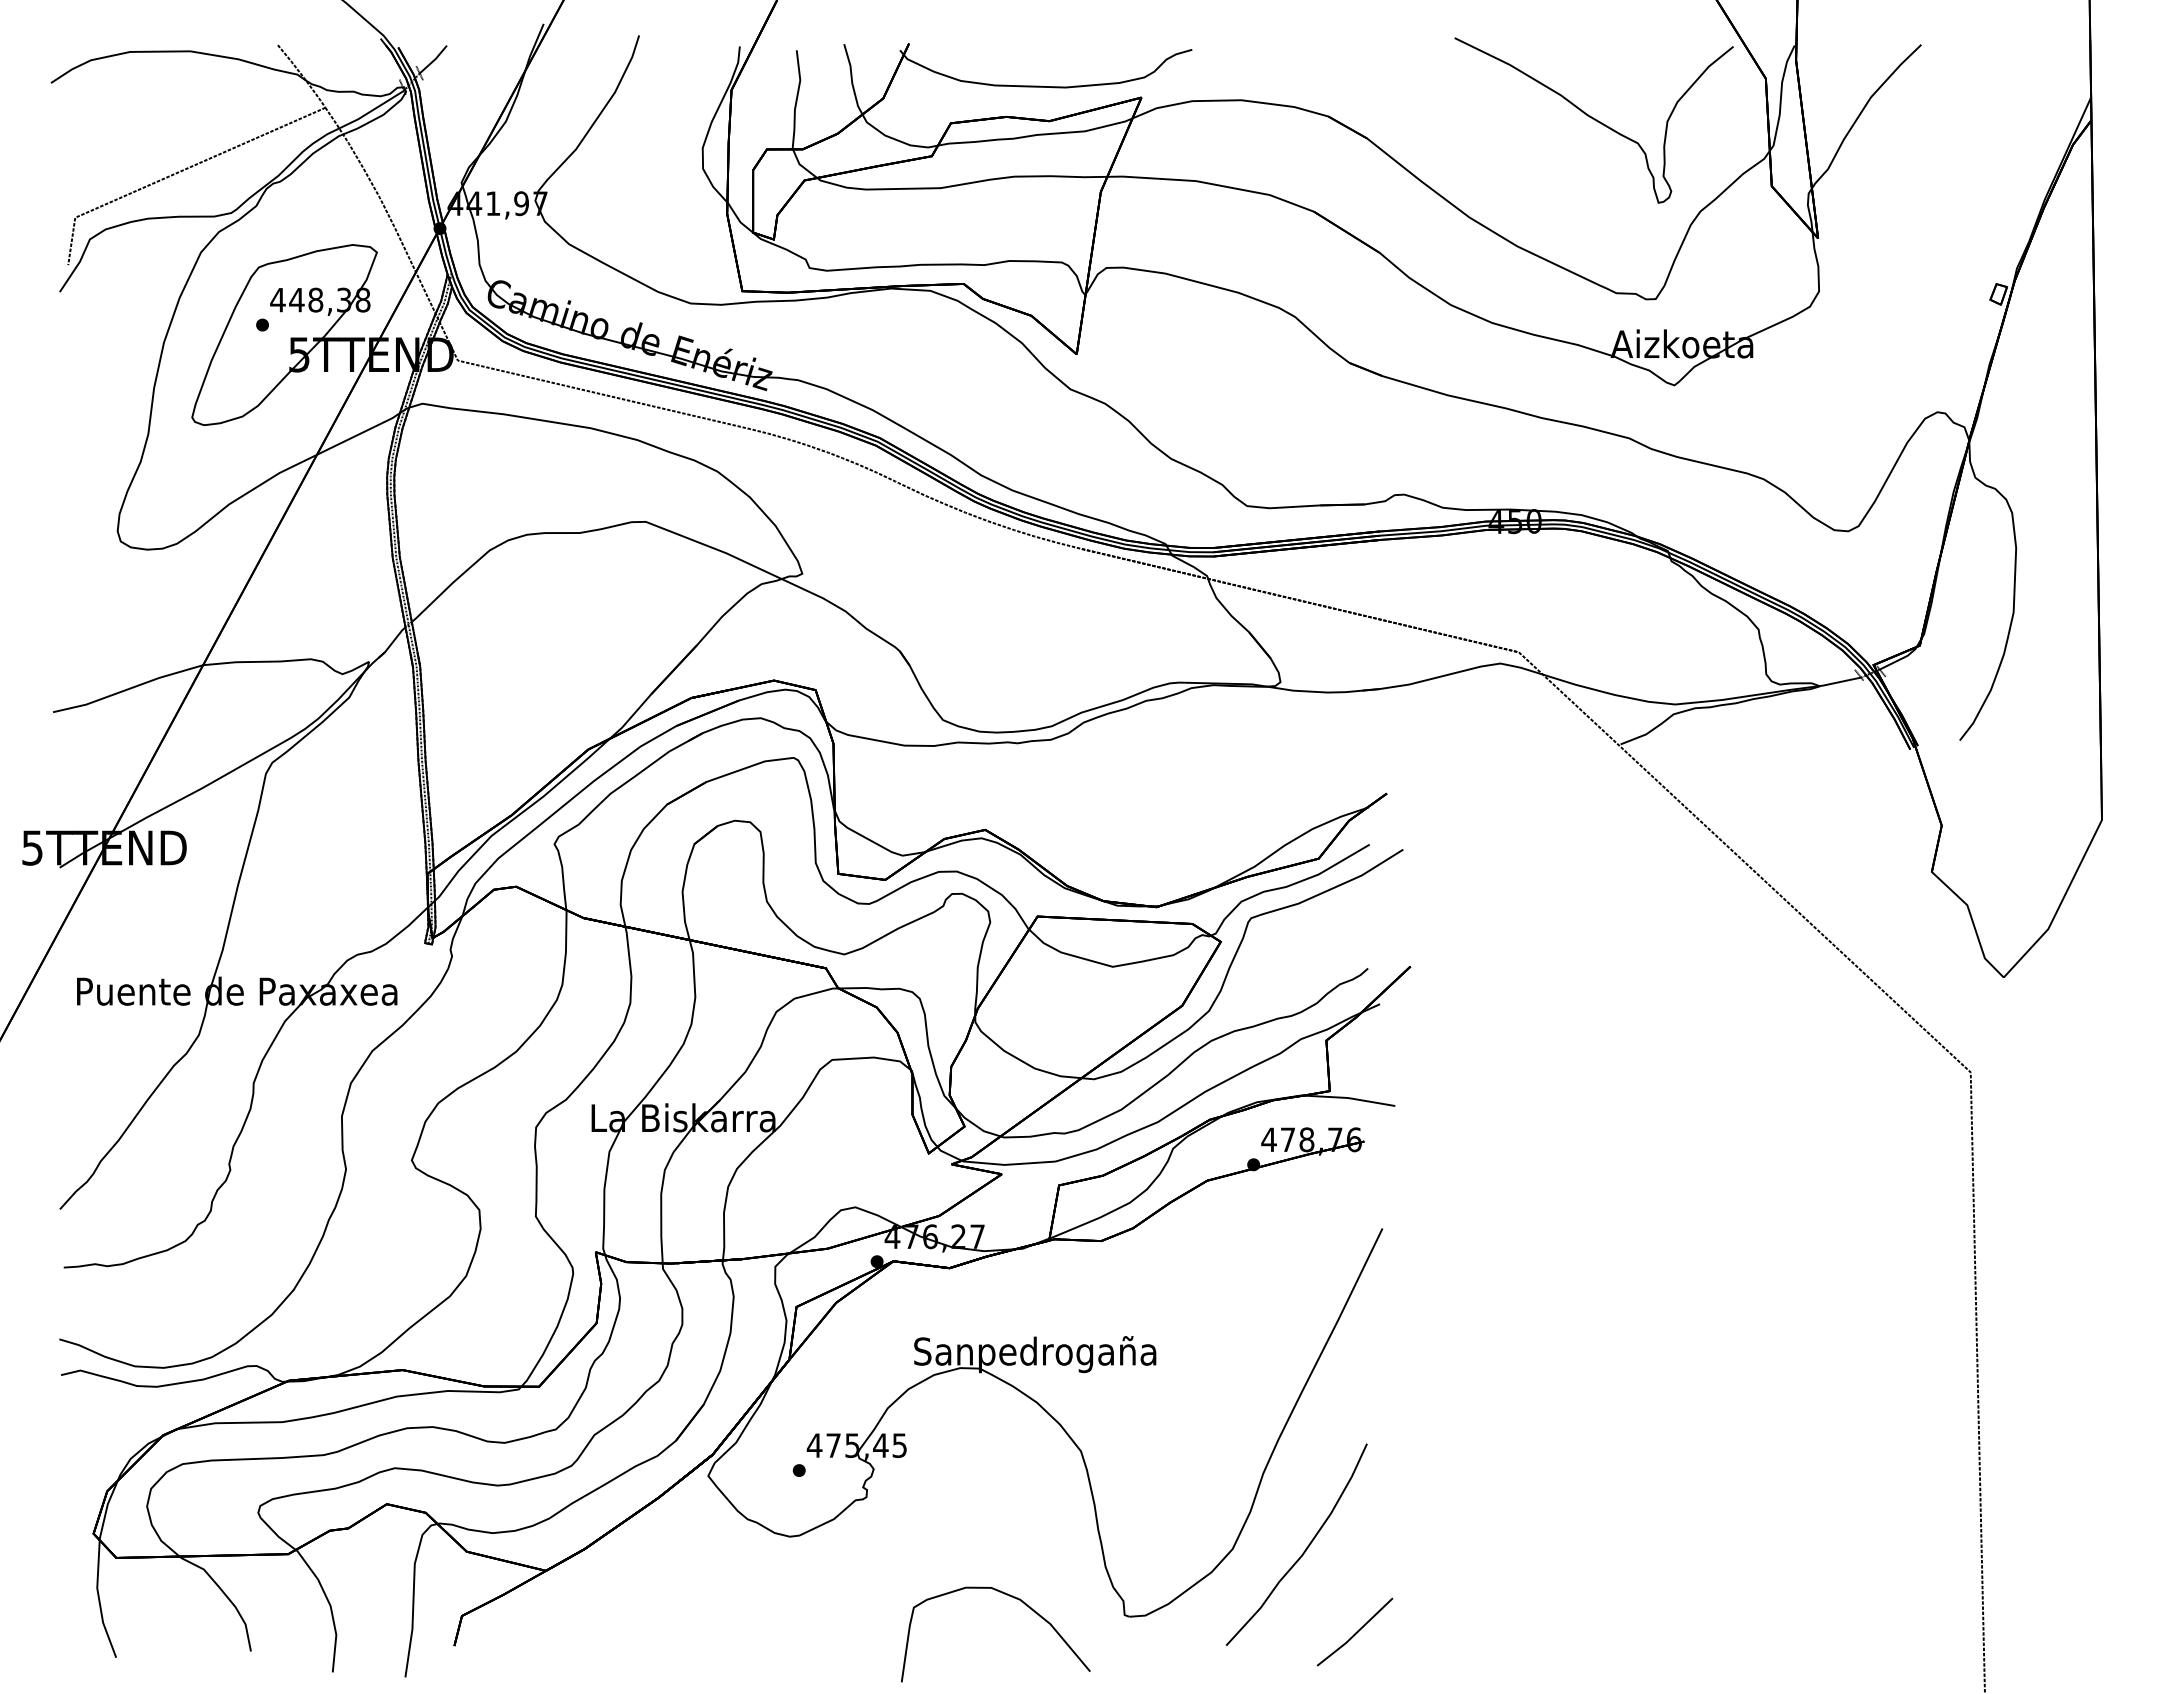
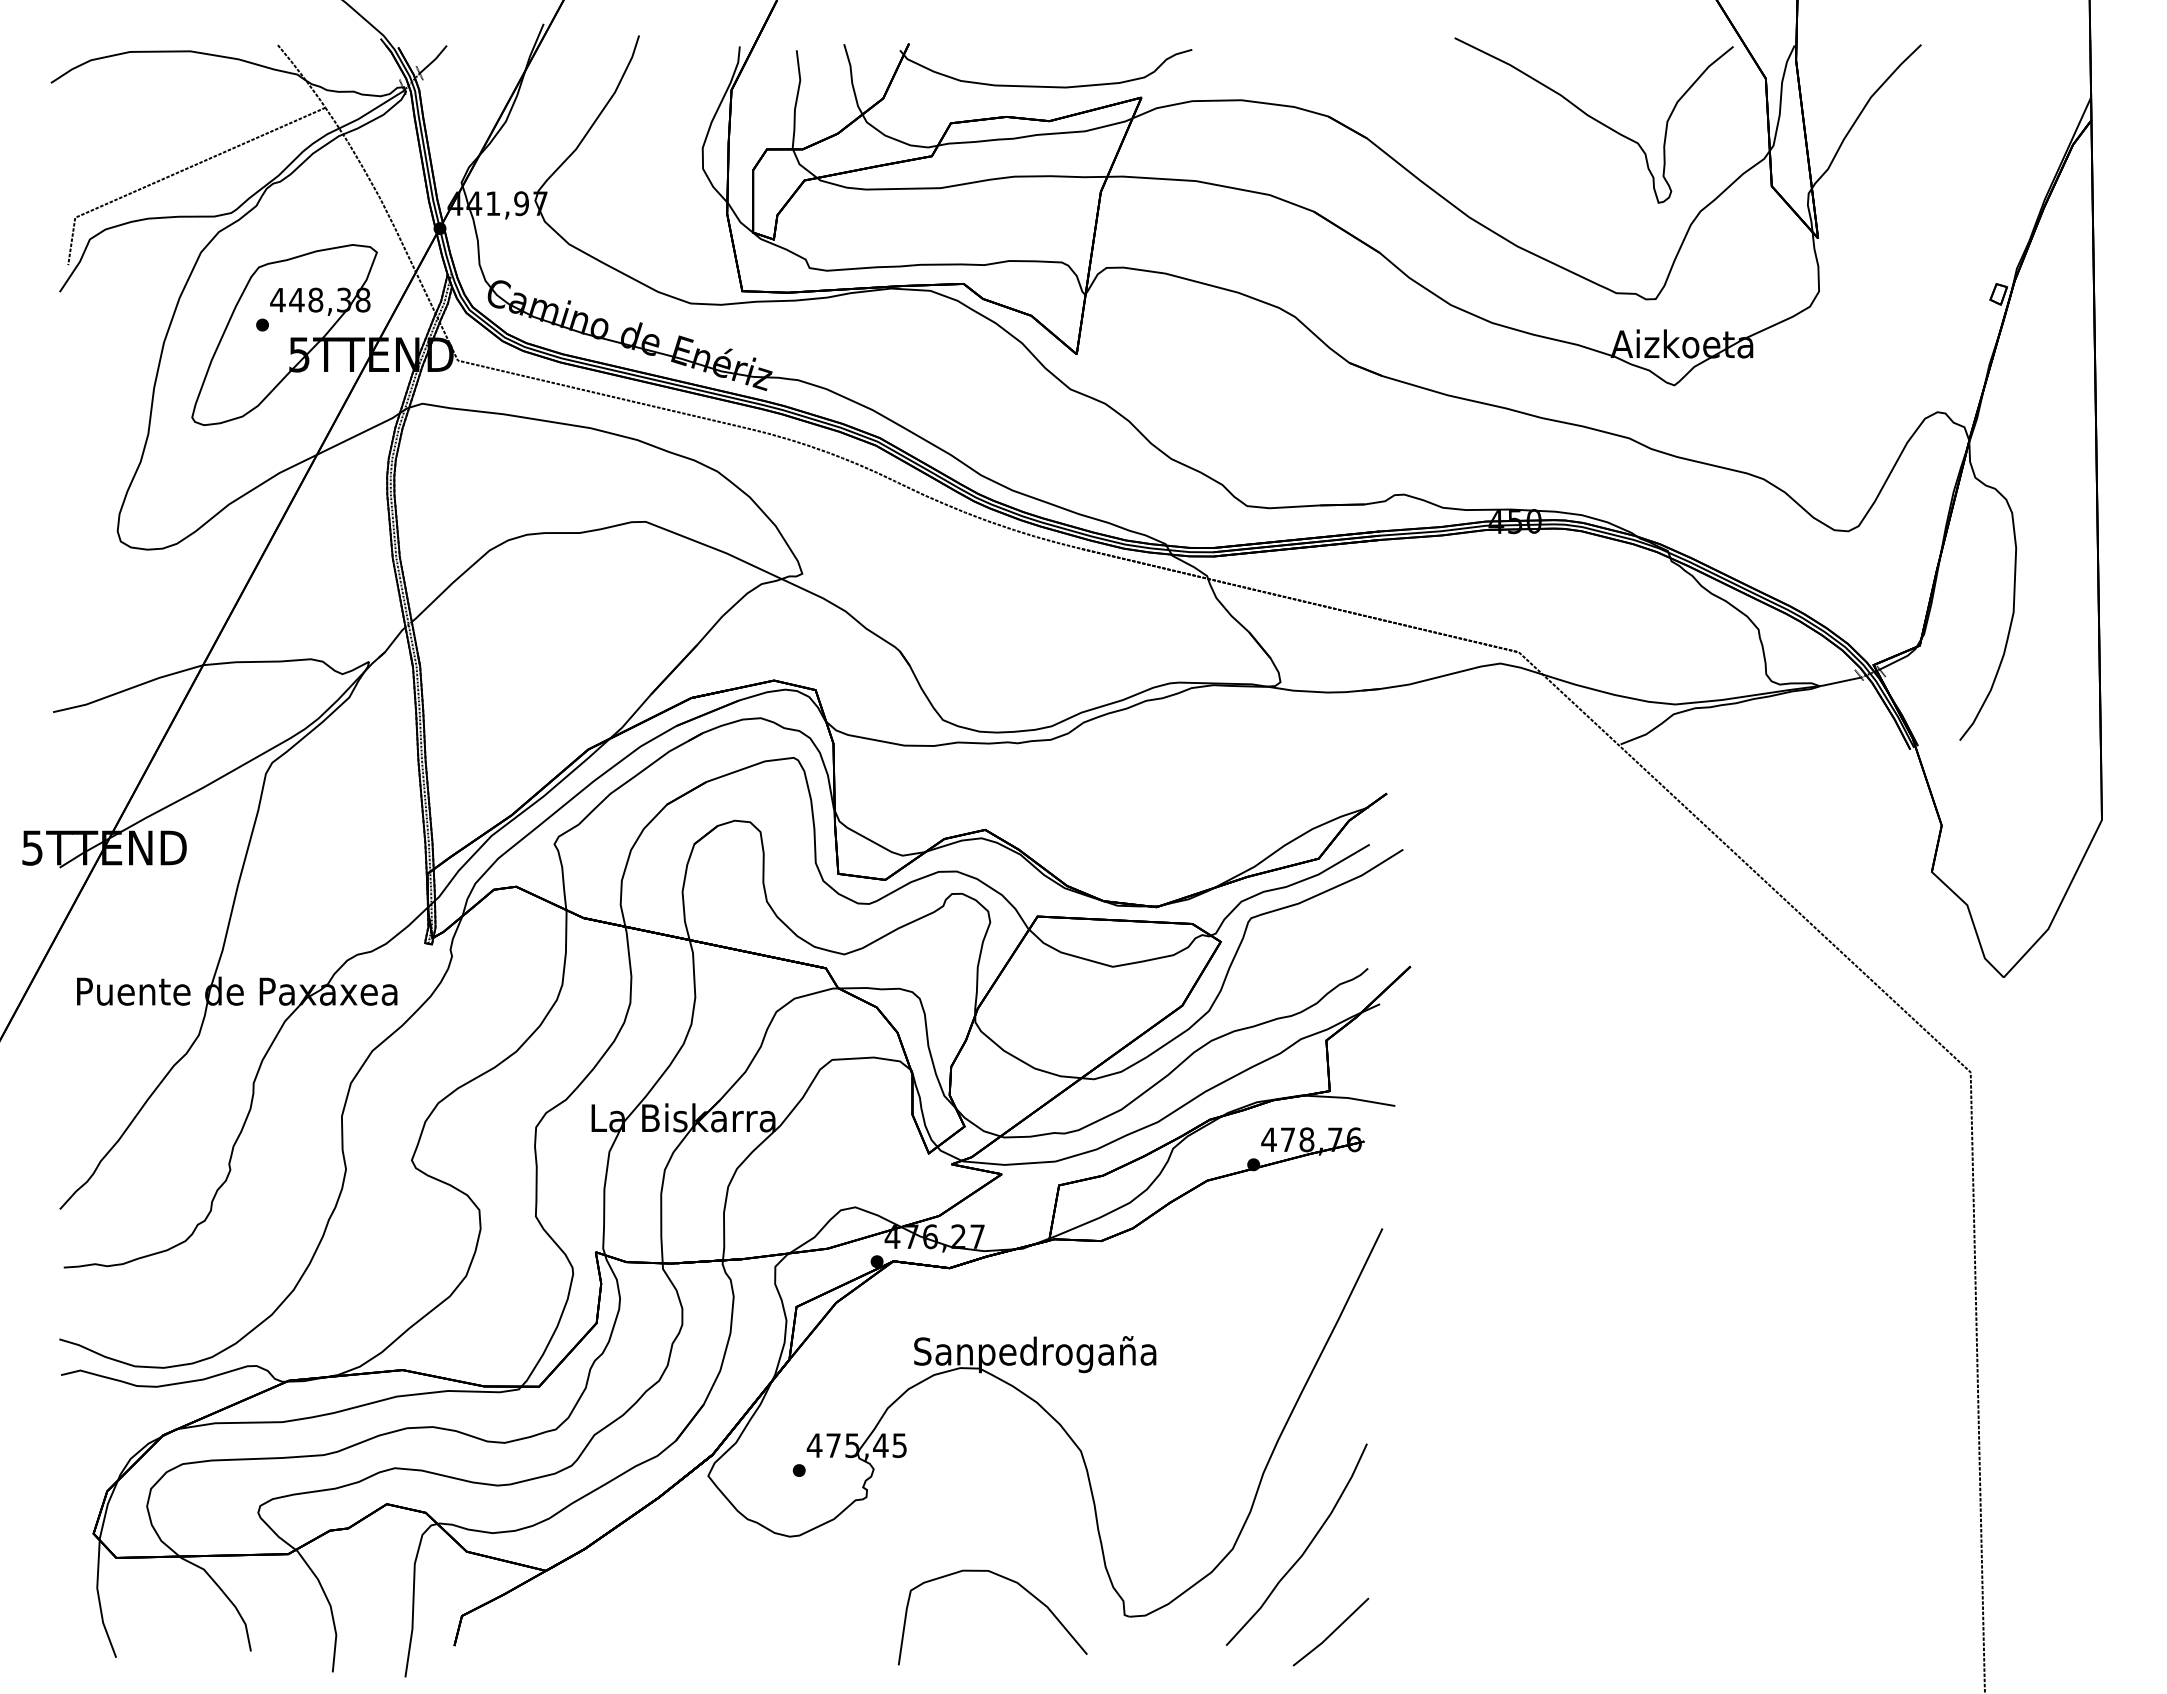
curve at (1011, 1597) position: (1011, 1597) -> (1008, 1580)
line at (1355, 1632) position: (1355, 1632) -> (1331, 1632)
